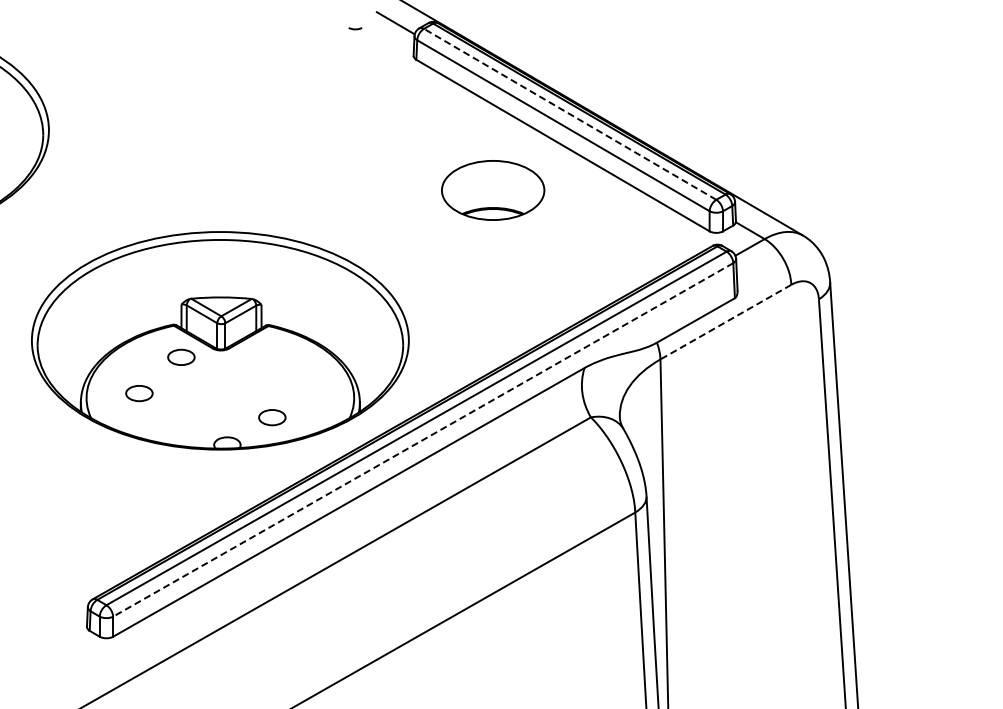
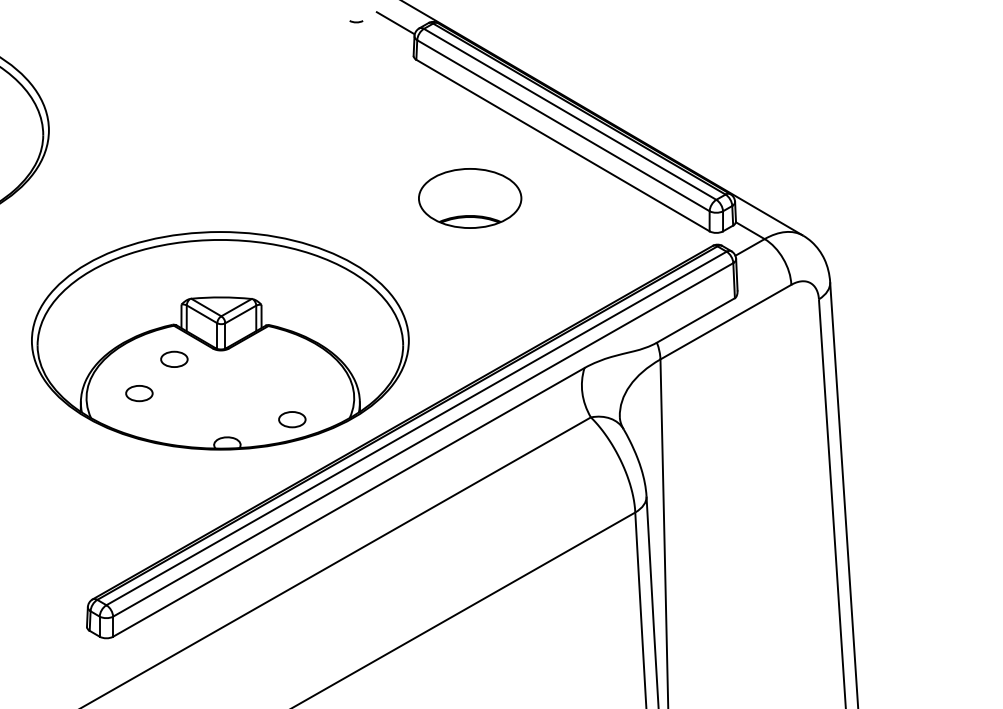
curve at (355, 28) position: (355, 28) -> (356, 21)
line at (569, 114): dashed -> solid
part at (493, 190) position: (493, 190) -> (470, 198)
line at (725, 322): dashed -> solid
part at (181, 356) position: (181, 356) -> (174, 358)
part at (272, 417) position: (272, 417) -> (292, 419)
line at (423, 439): dashed -> solid
